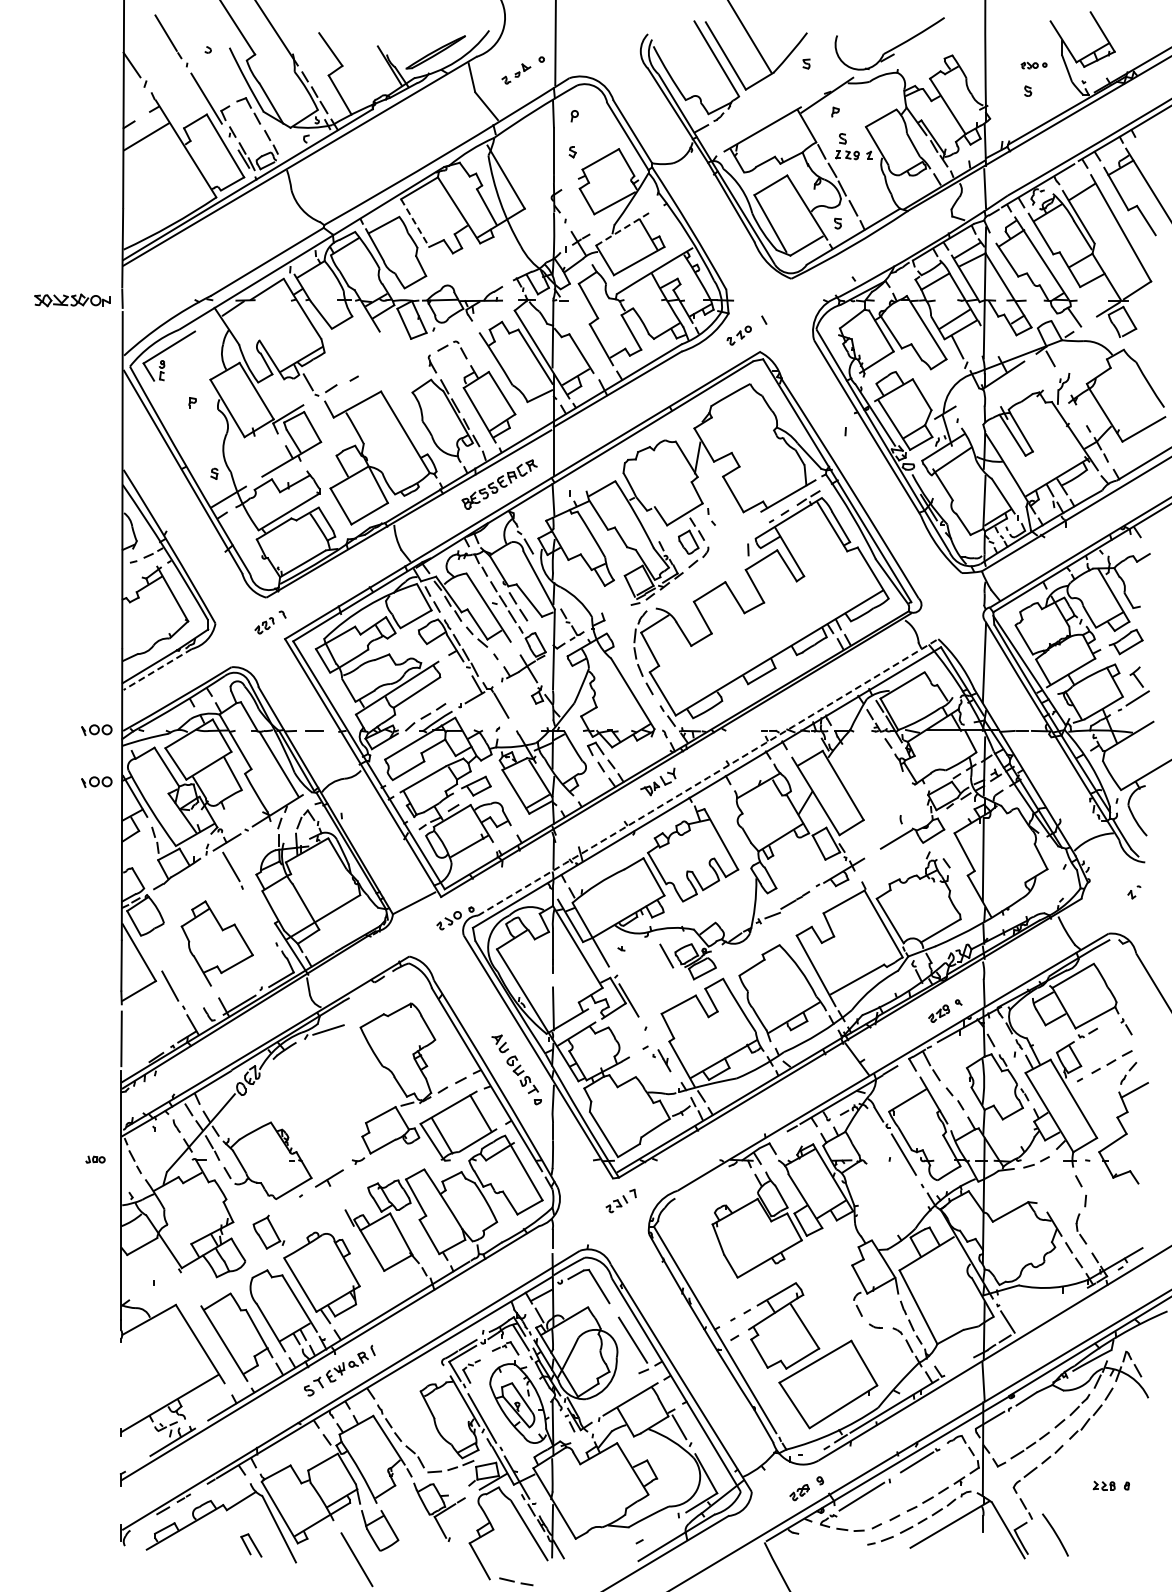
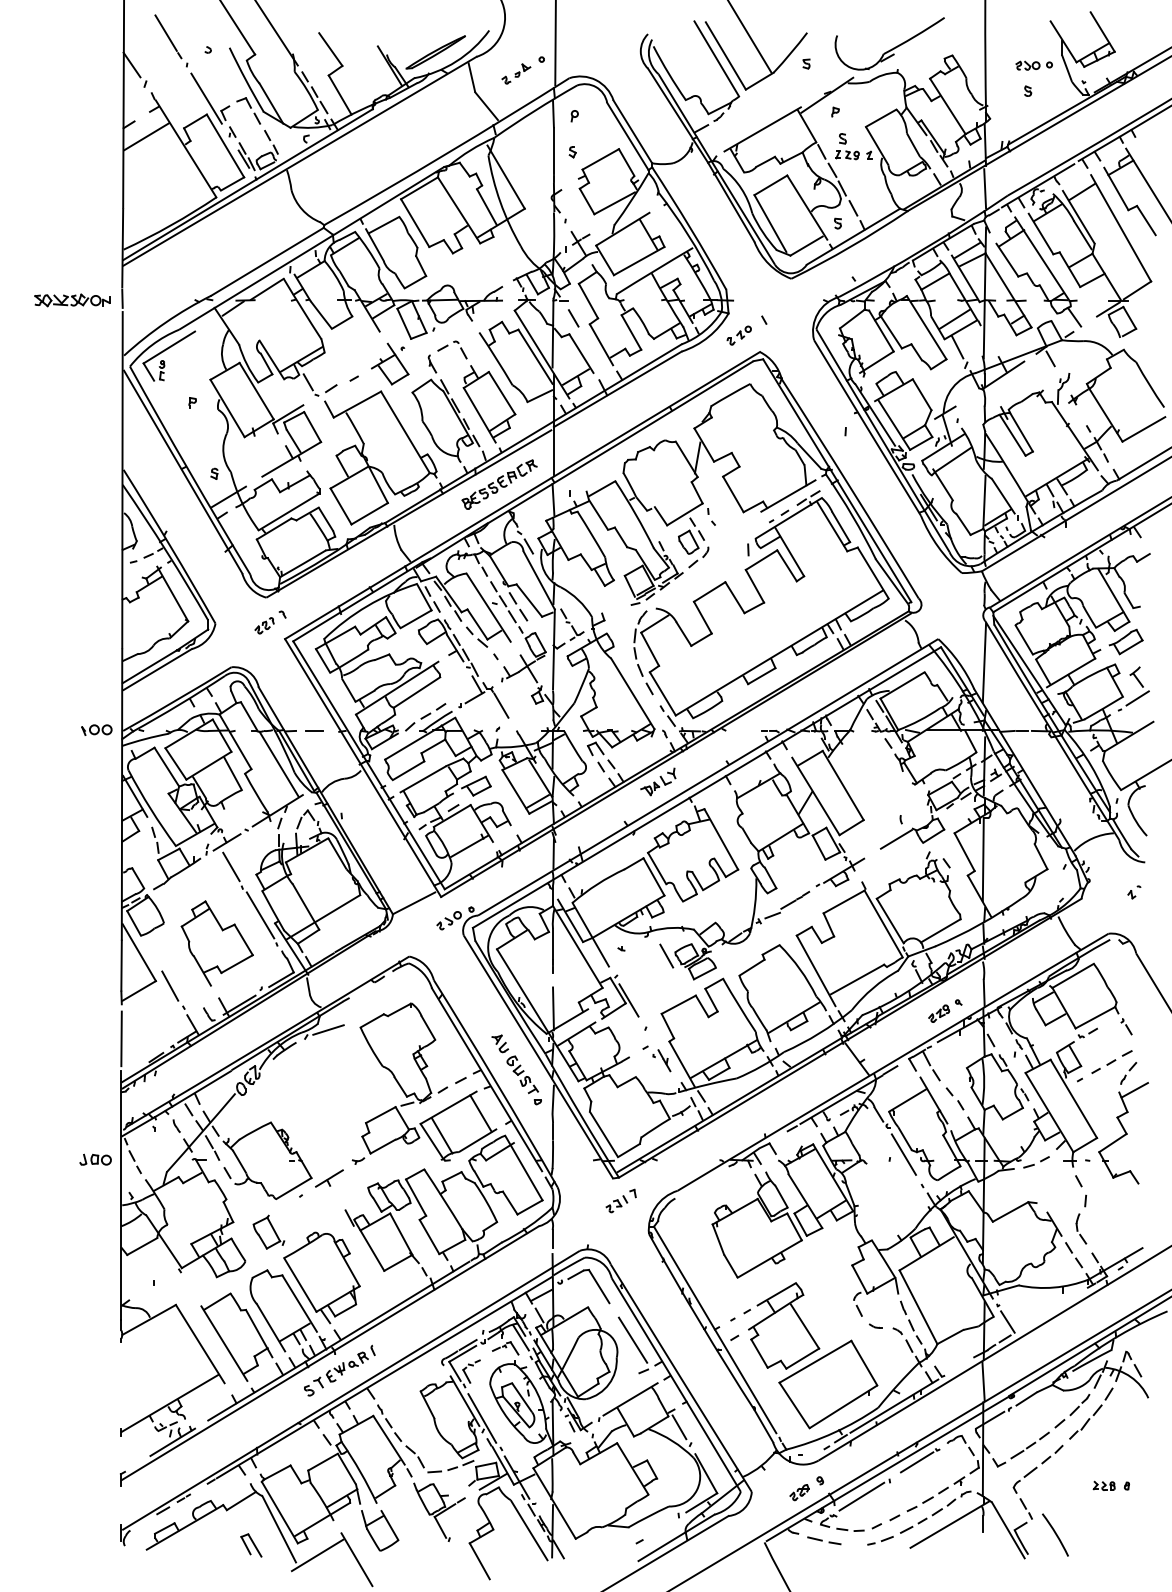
part at (1033, 65) size: 28x9 px -> 38x11 px
line at (415, 223): dashed -> solid
line at (623, 228): dashed -> solid
line at (573, 318): none -> present
part at (390, 363): none -> present
line at (157, 669): dashed -> solid
arc at (708, 777): dashed -> solid
part at (96, 781): present -> none
line at (260, 915): none -> present
part at (95, 1159) size: 21x9 px -> 33x13 px
line at (317, 1555): none -> present
part at (516, 1581) position: (516, 1581) -> (824, 1540)
